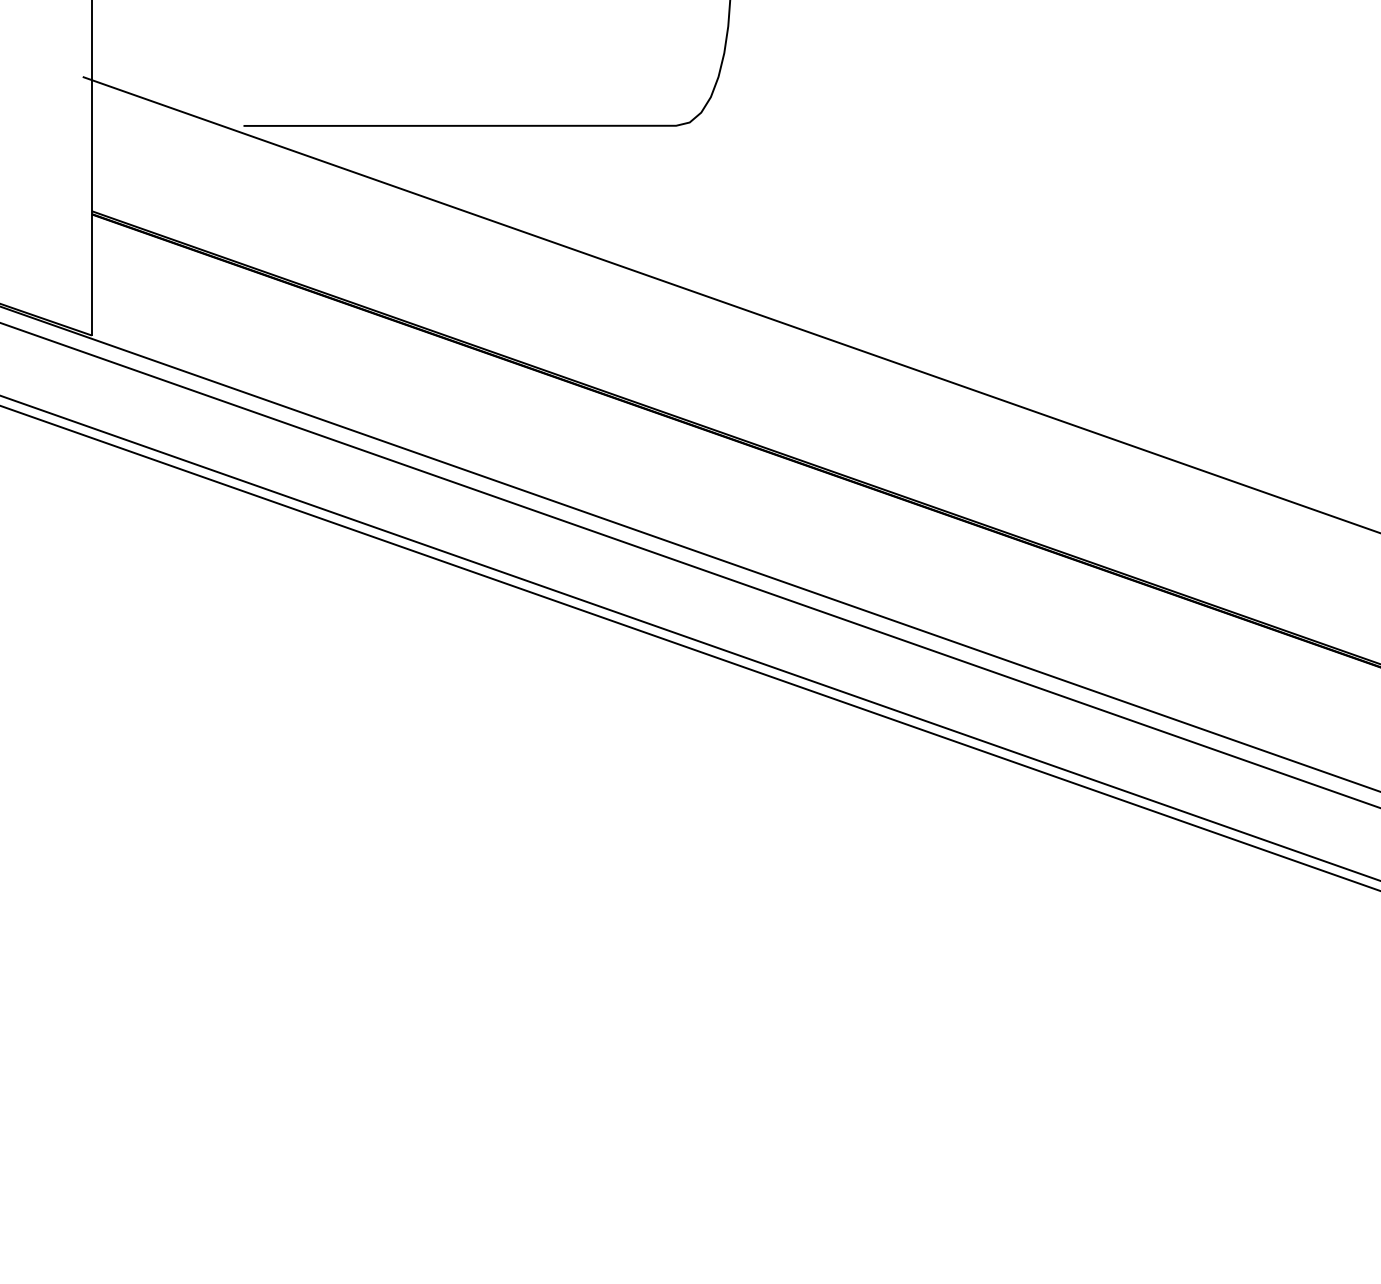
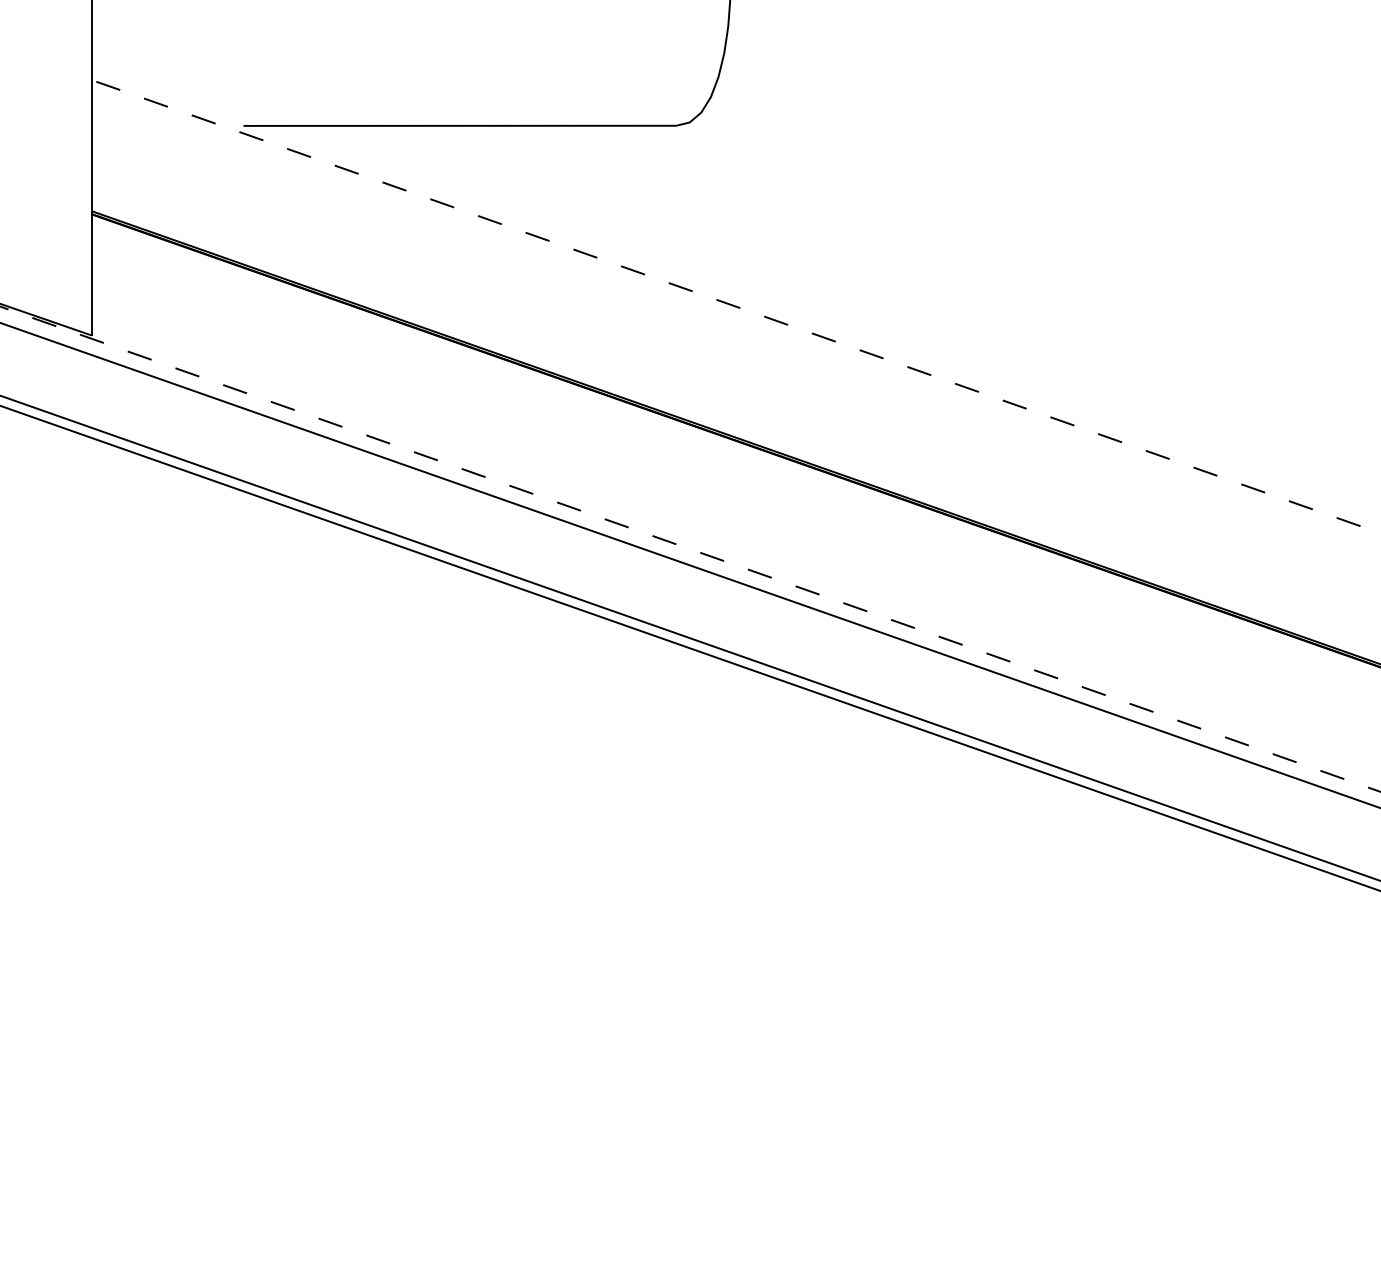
line at (731, 305): solid -> dashed
line at (691, 549): solid -> dashed
